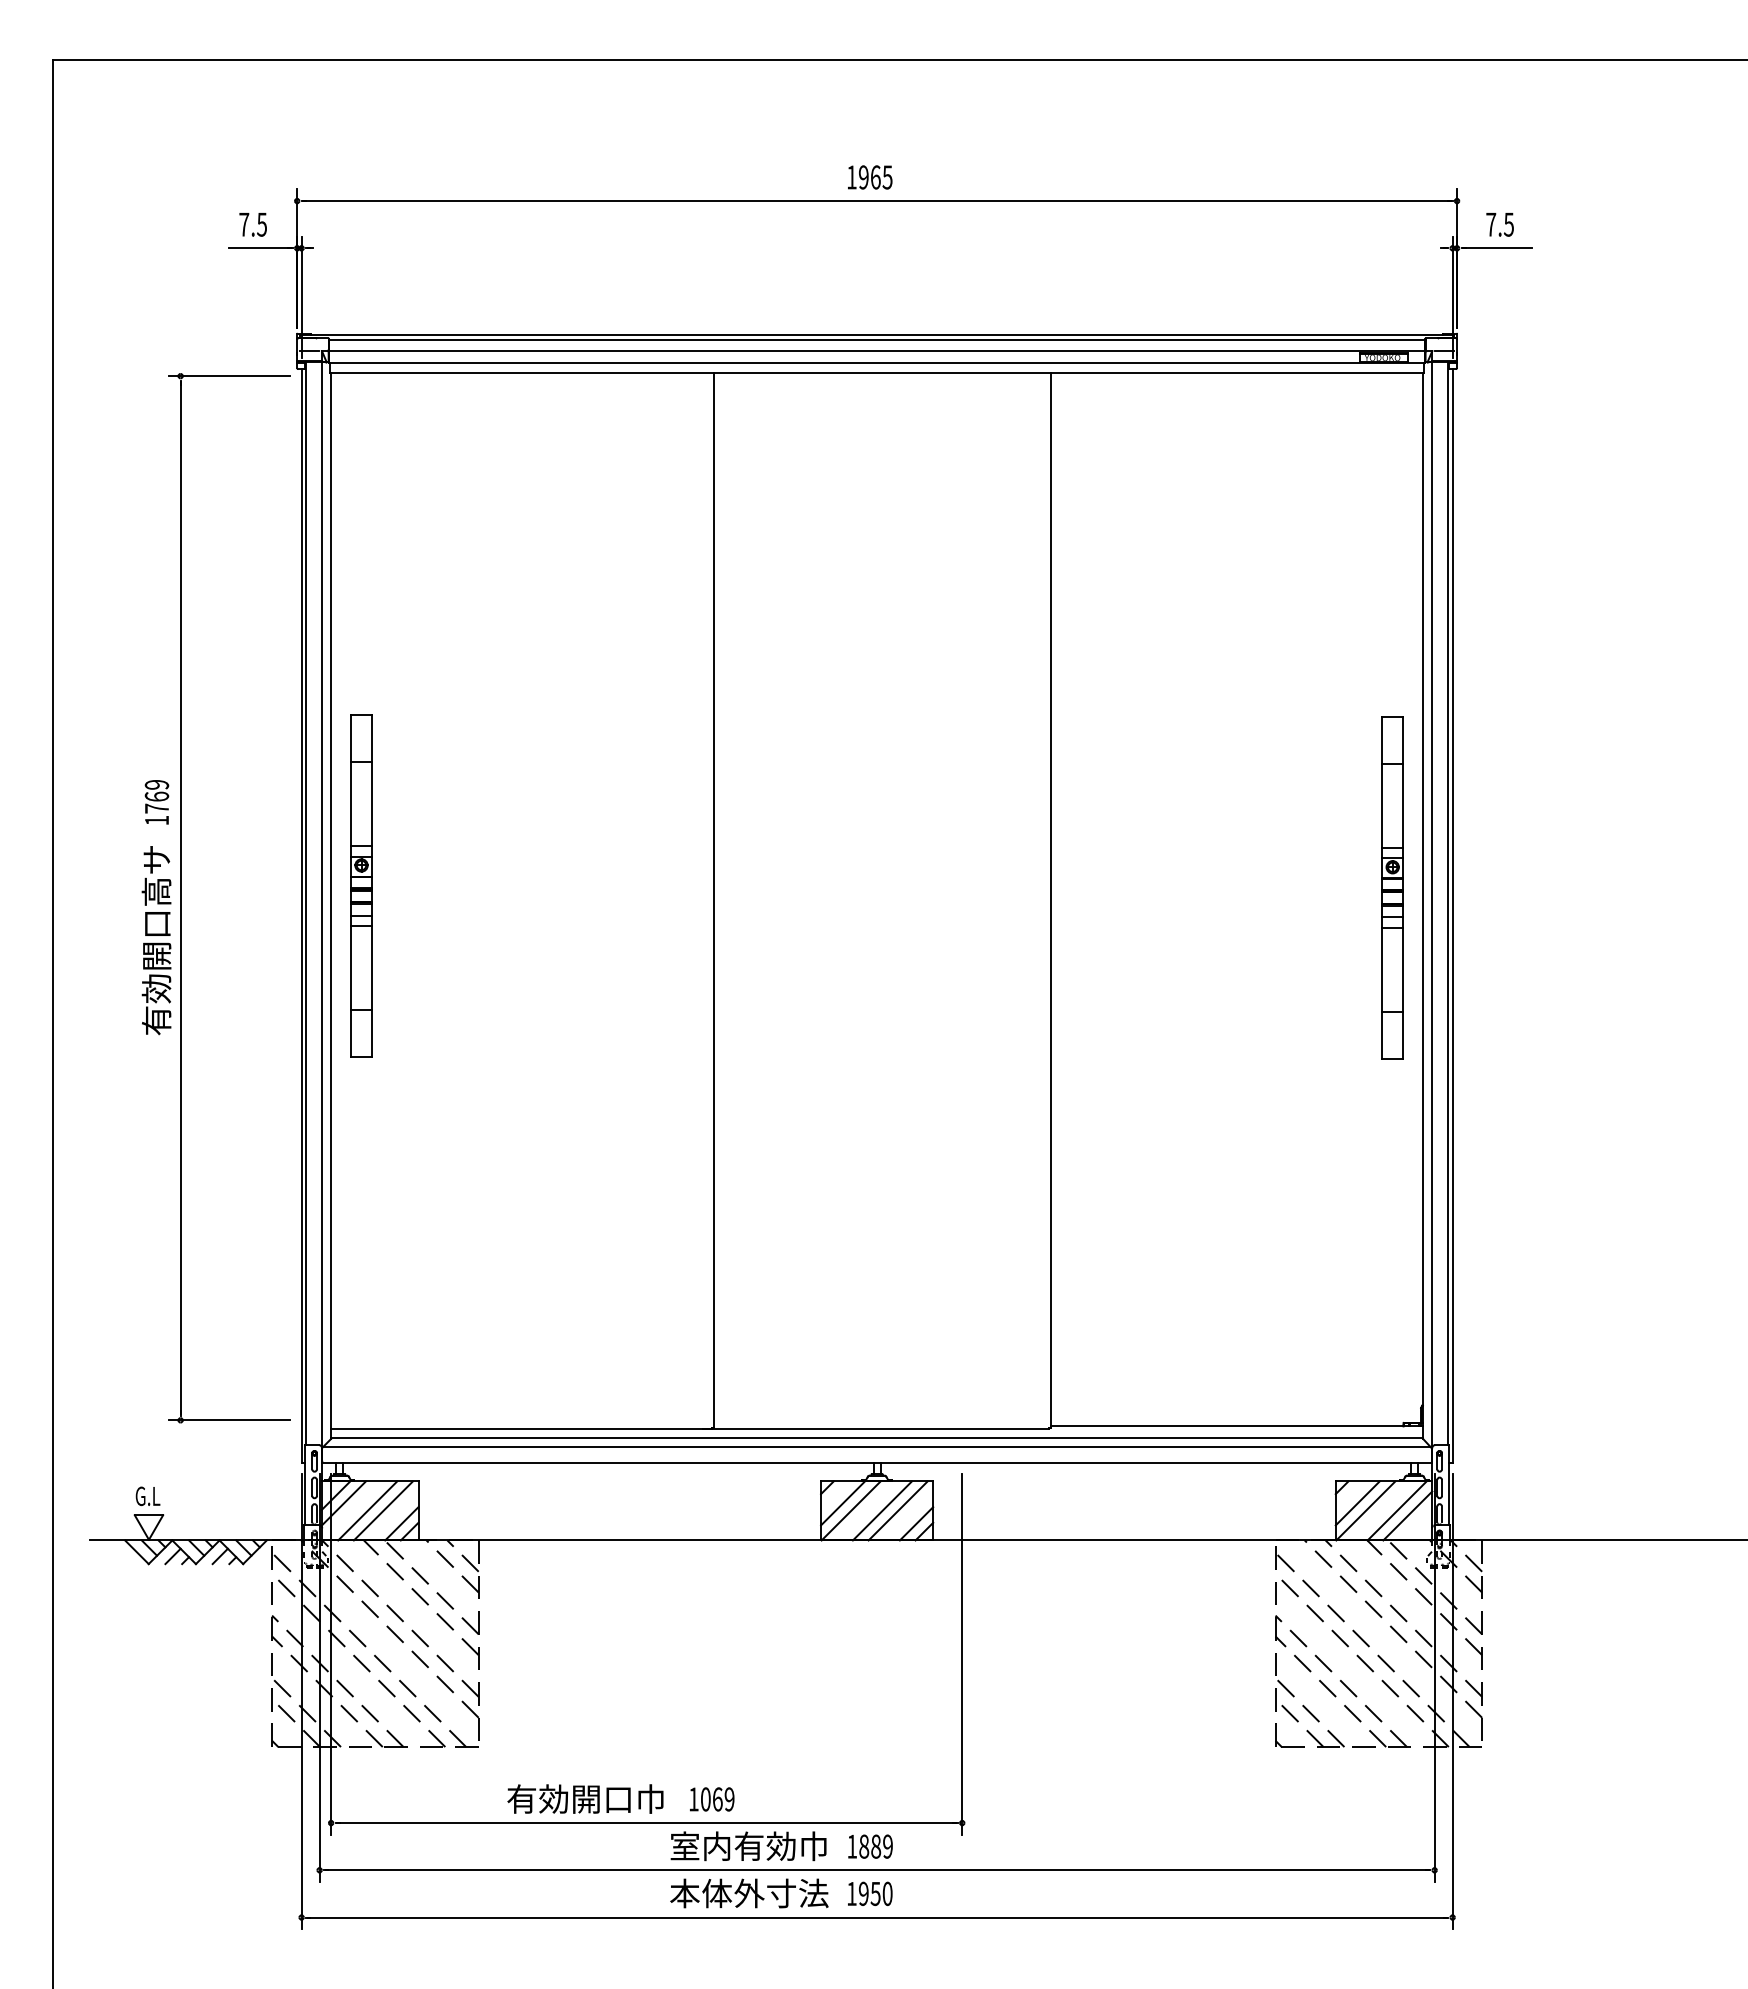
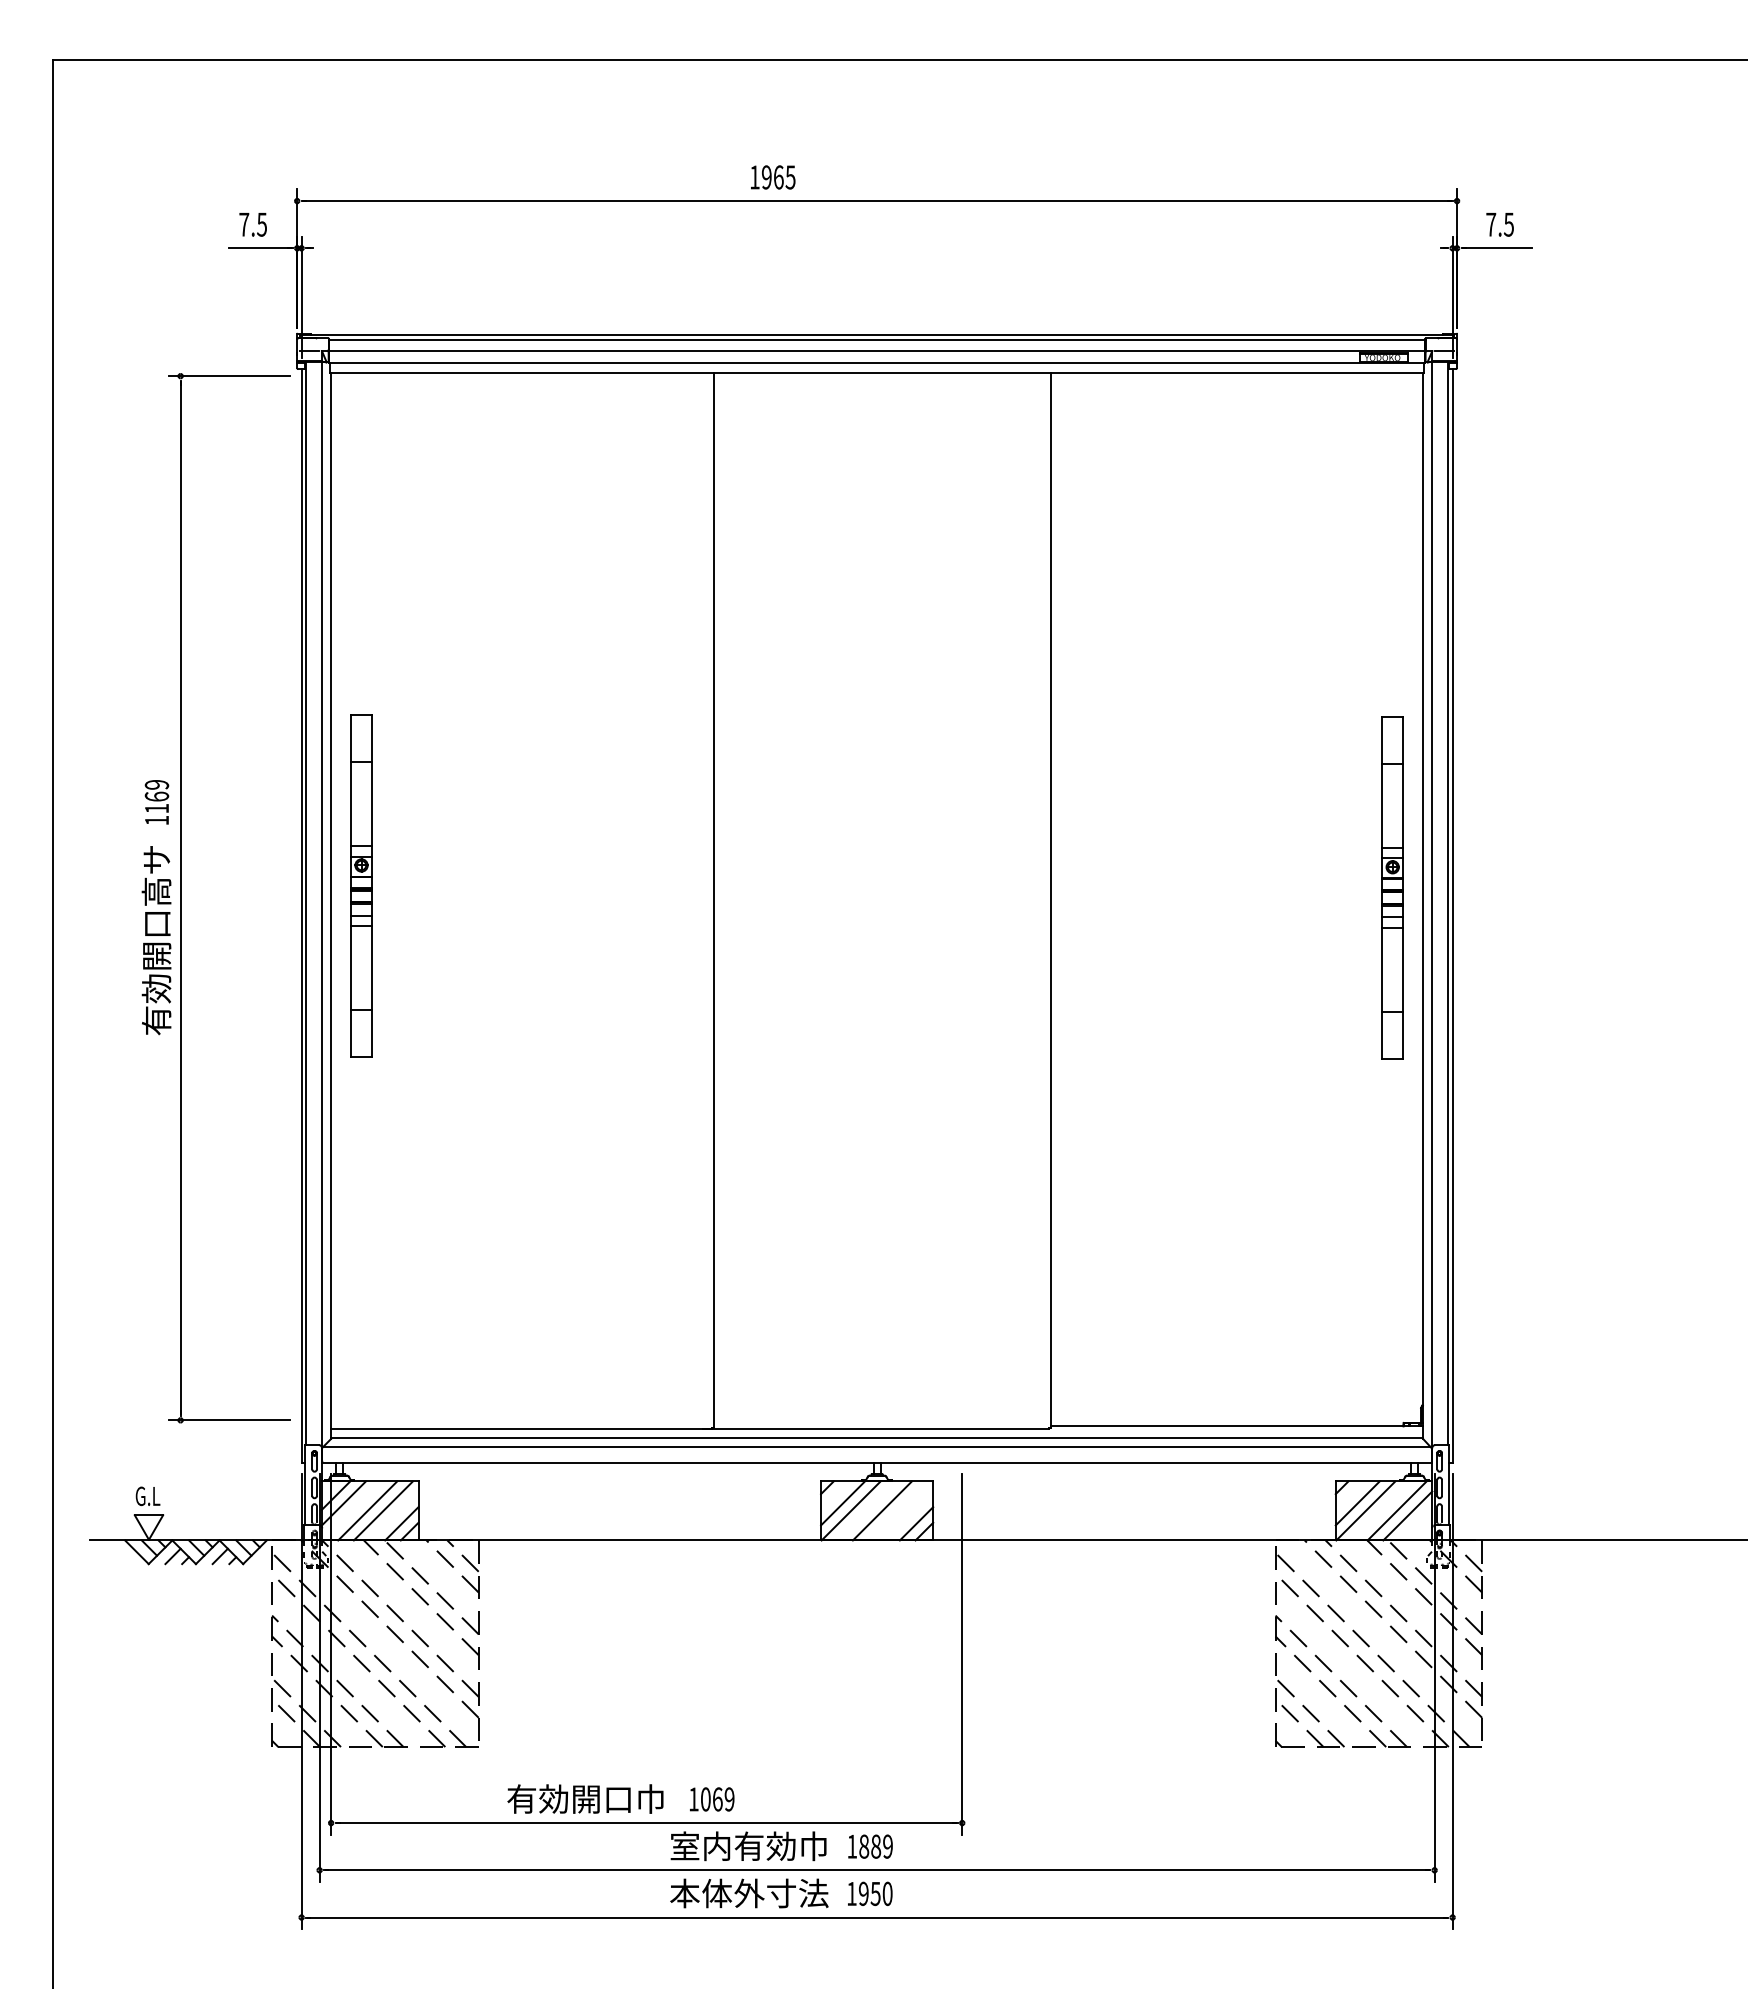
text at (870, 177) position: (870, 177) -> (773, 177)
text at (156, 808): 1769 -> 1169
line at (897, 1510): present -> none
